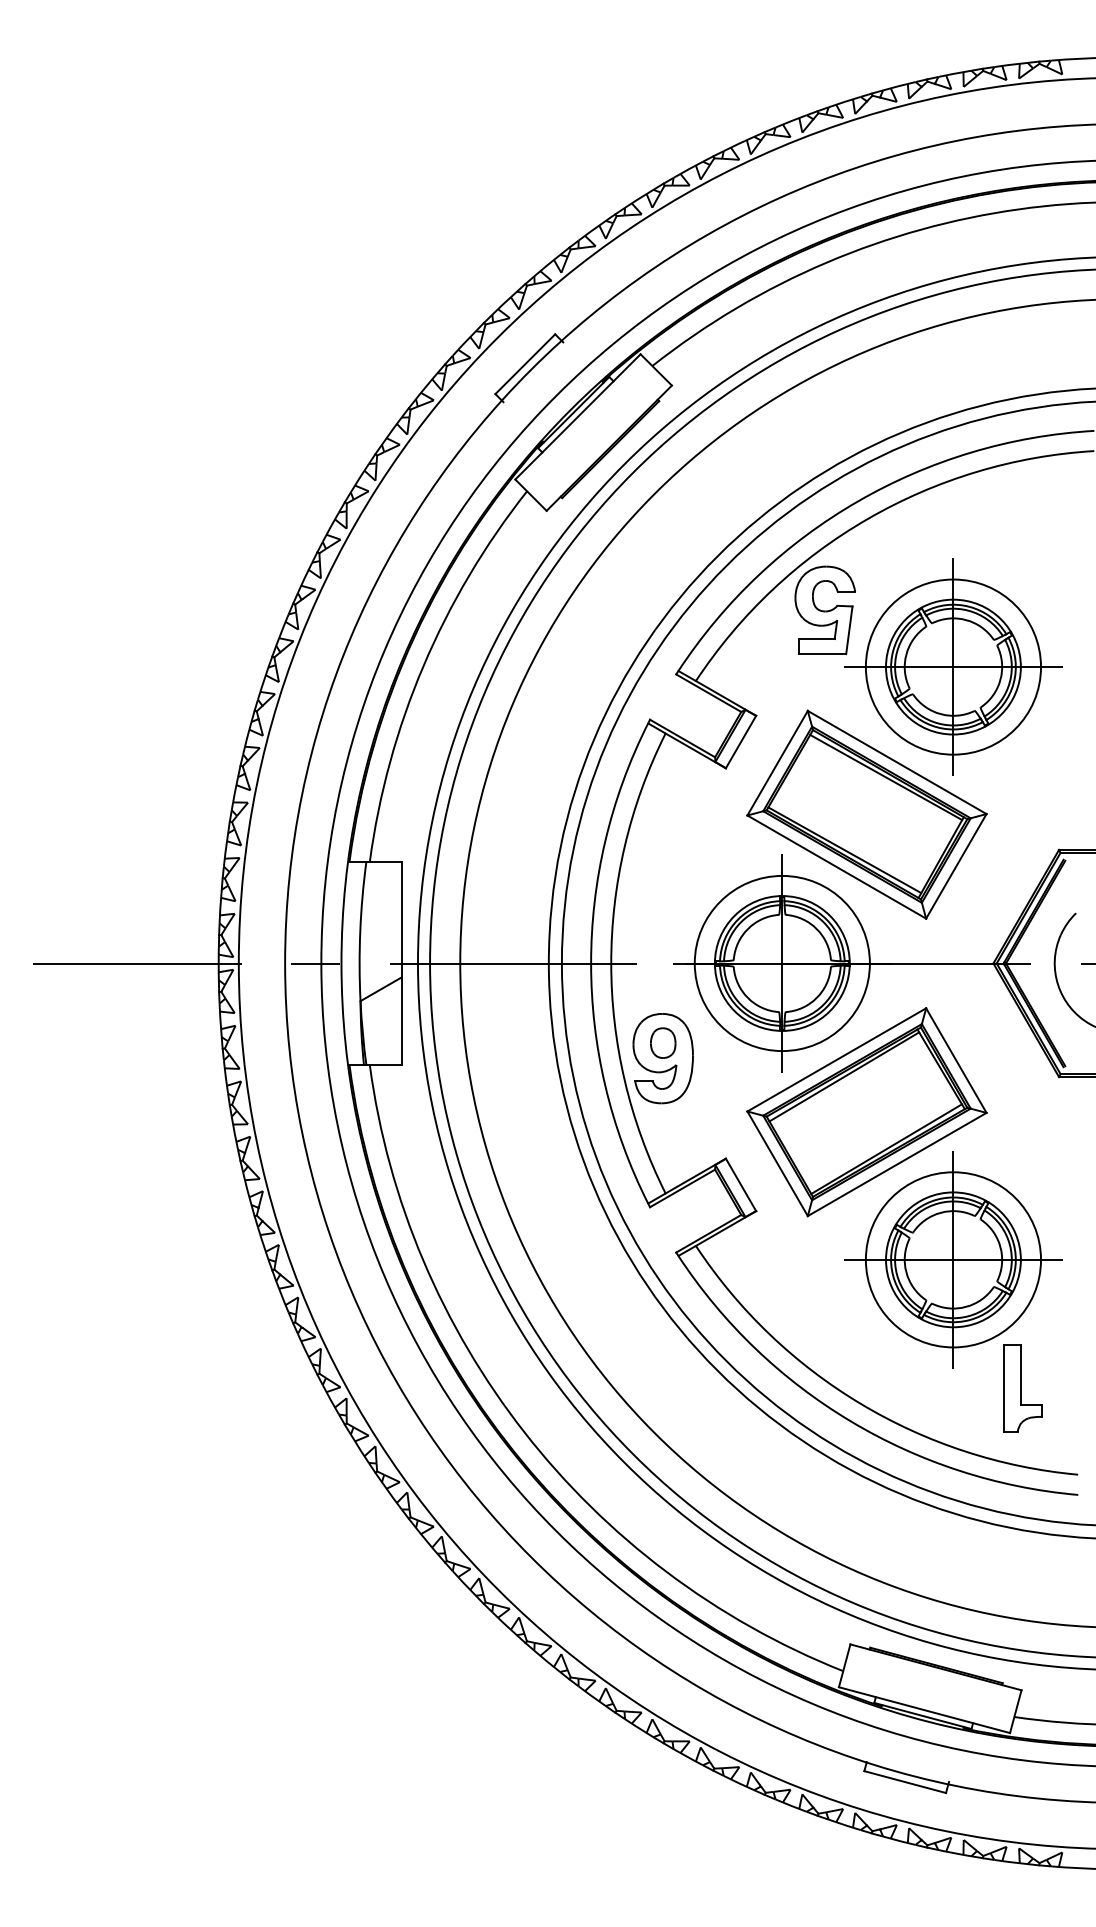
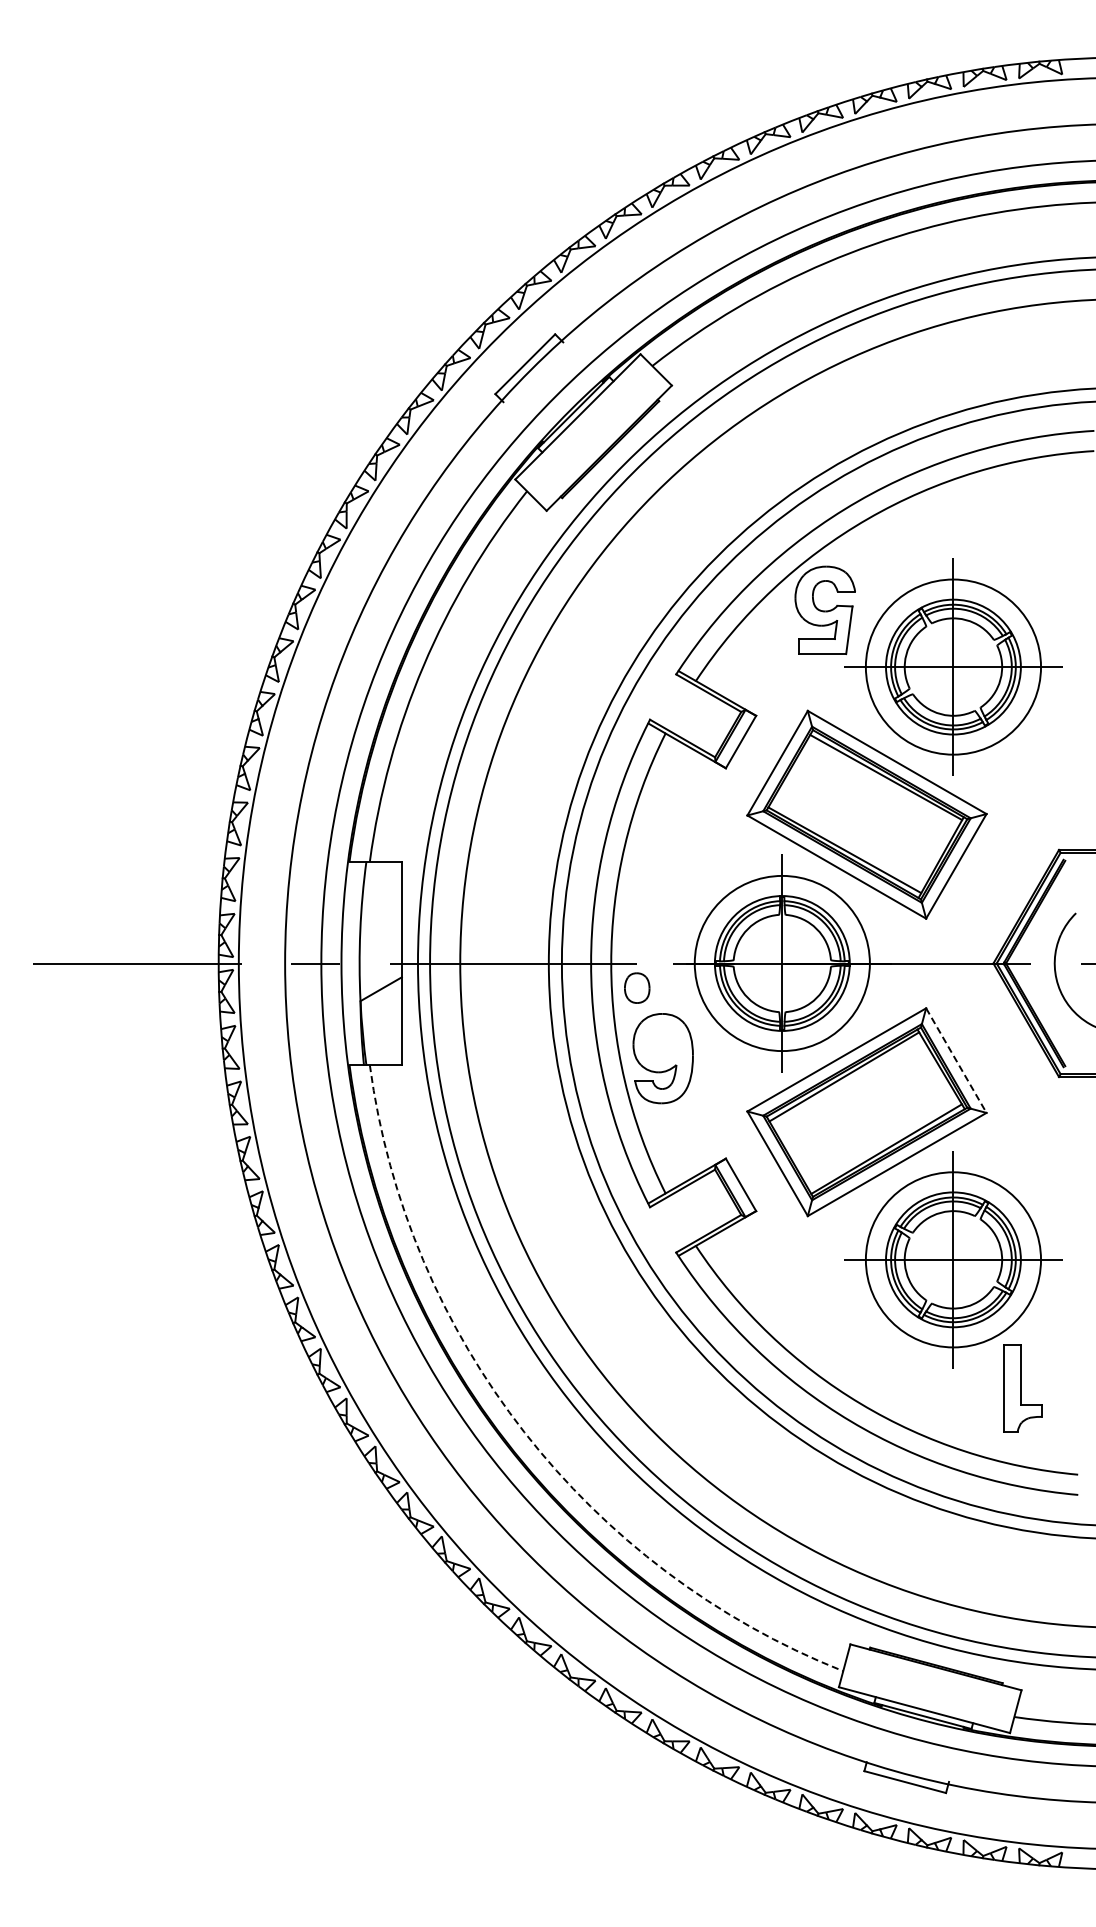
part at (663, 1042) position: (663, 1042) -> (637, 987)
line at (956, 1061): solid -> dashed
arc at (524, 1432): solid -> dashed
